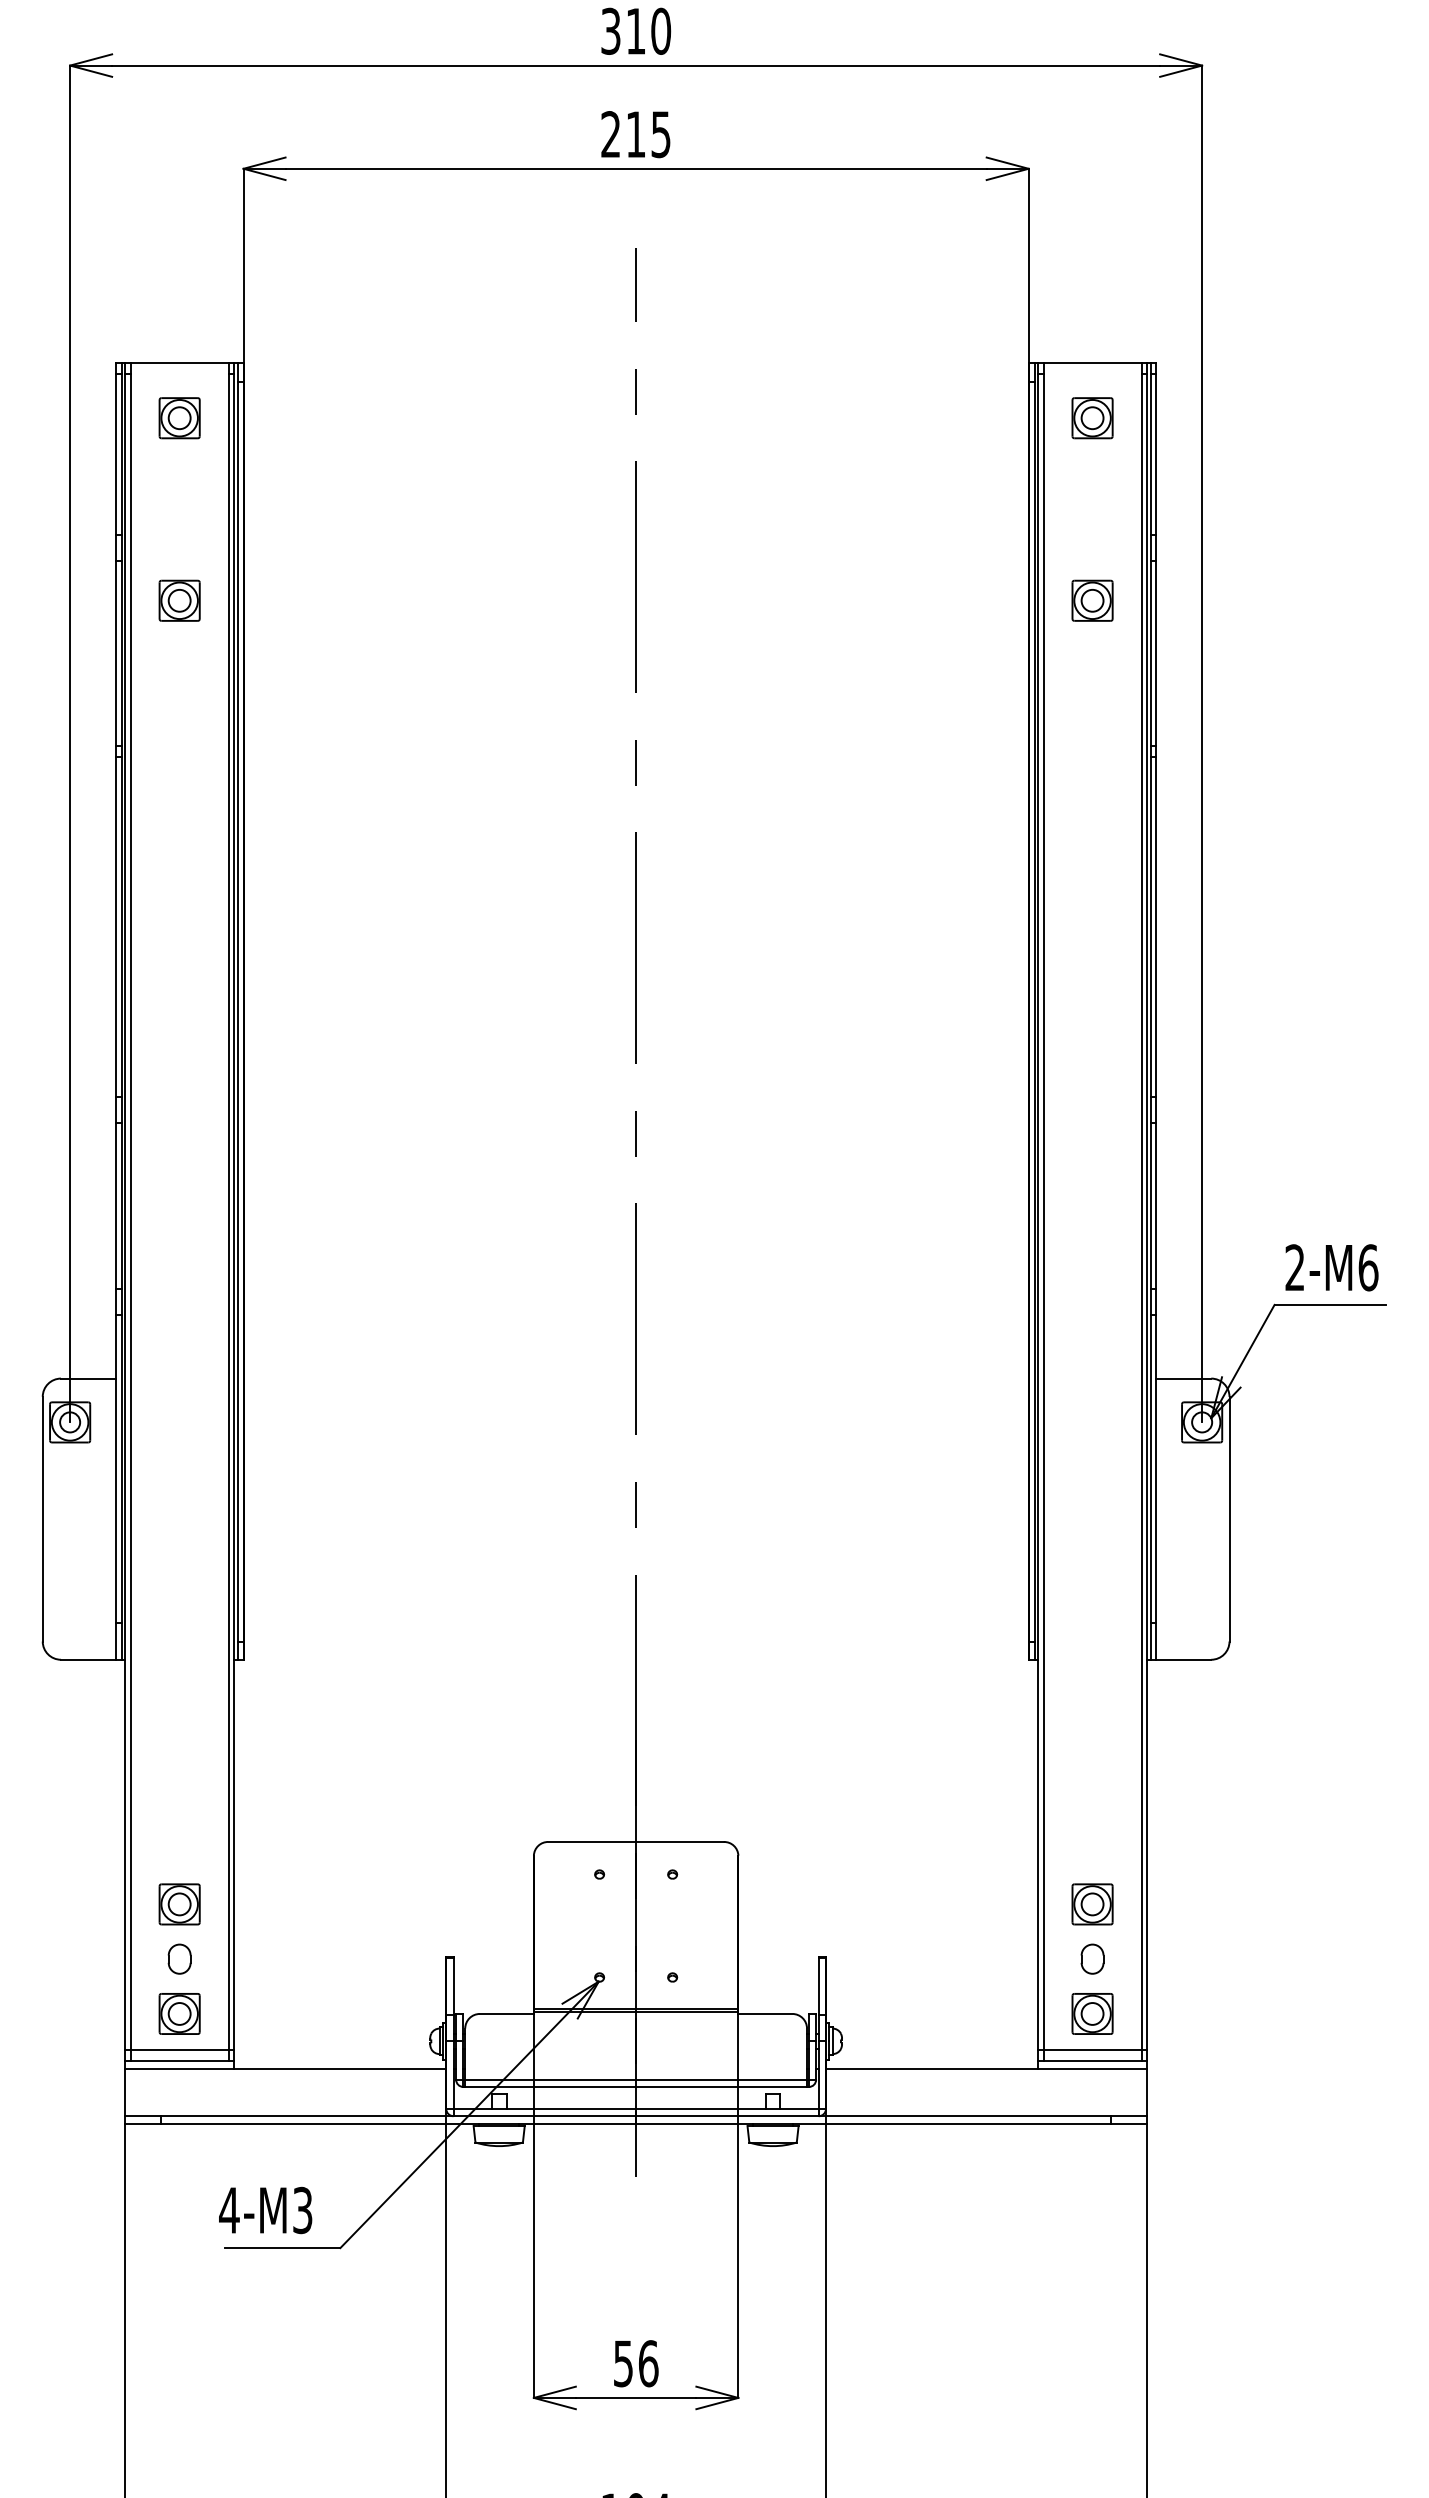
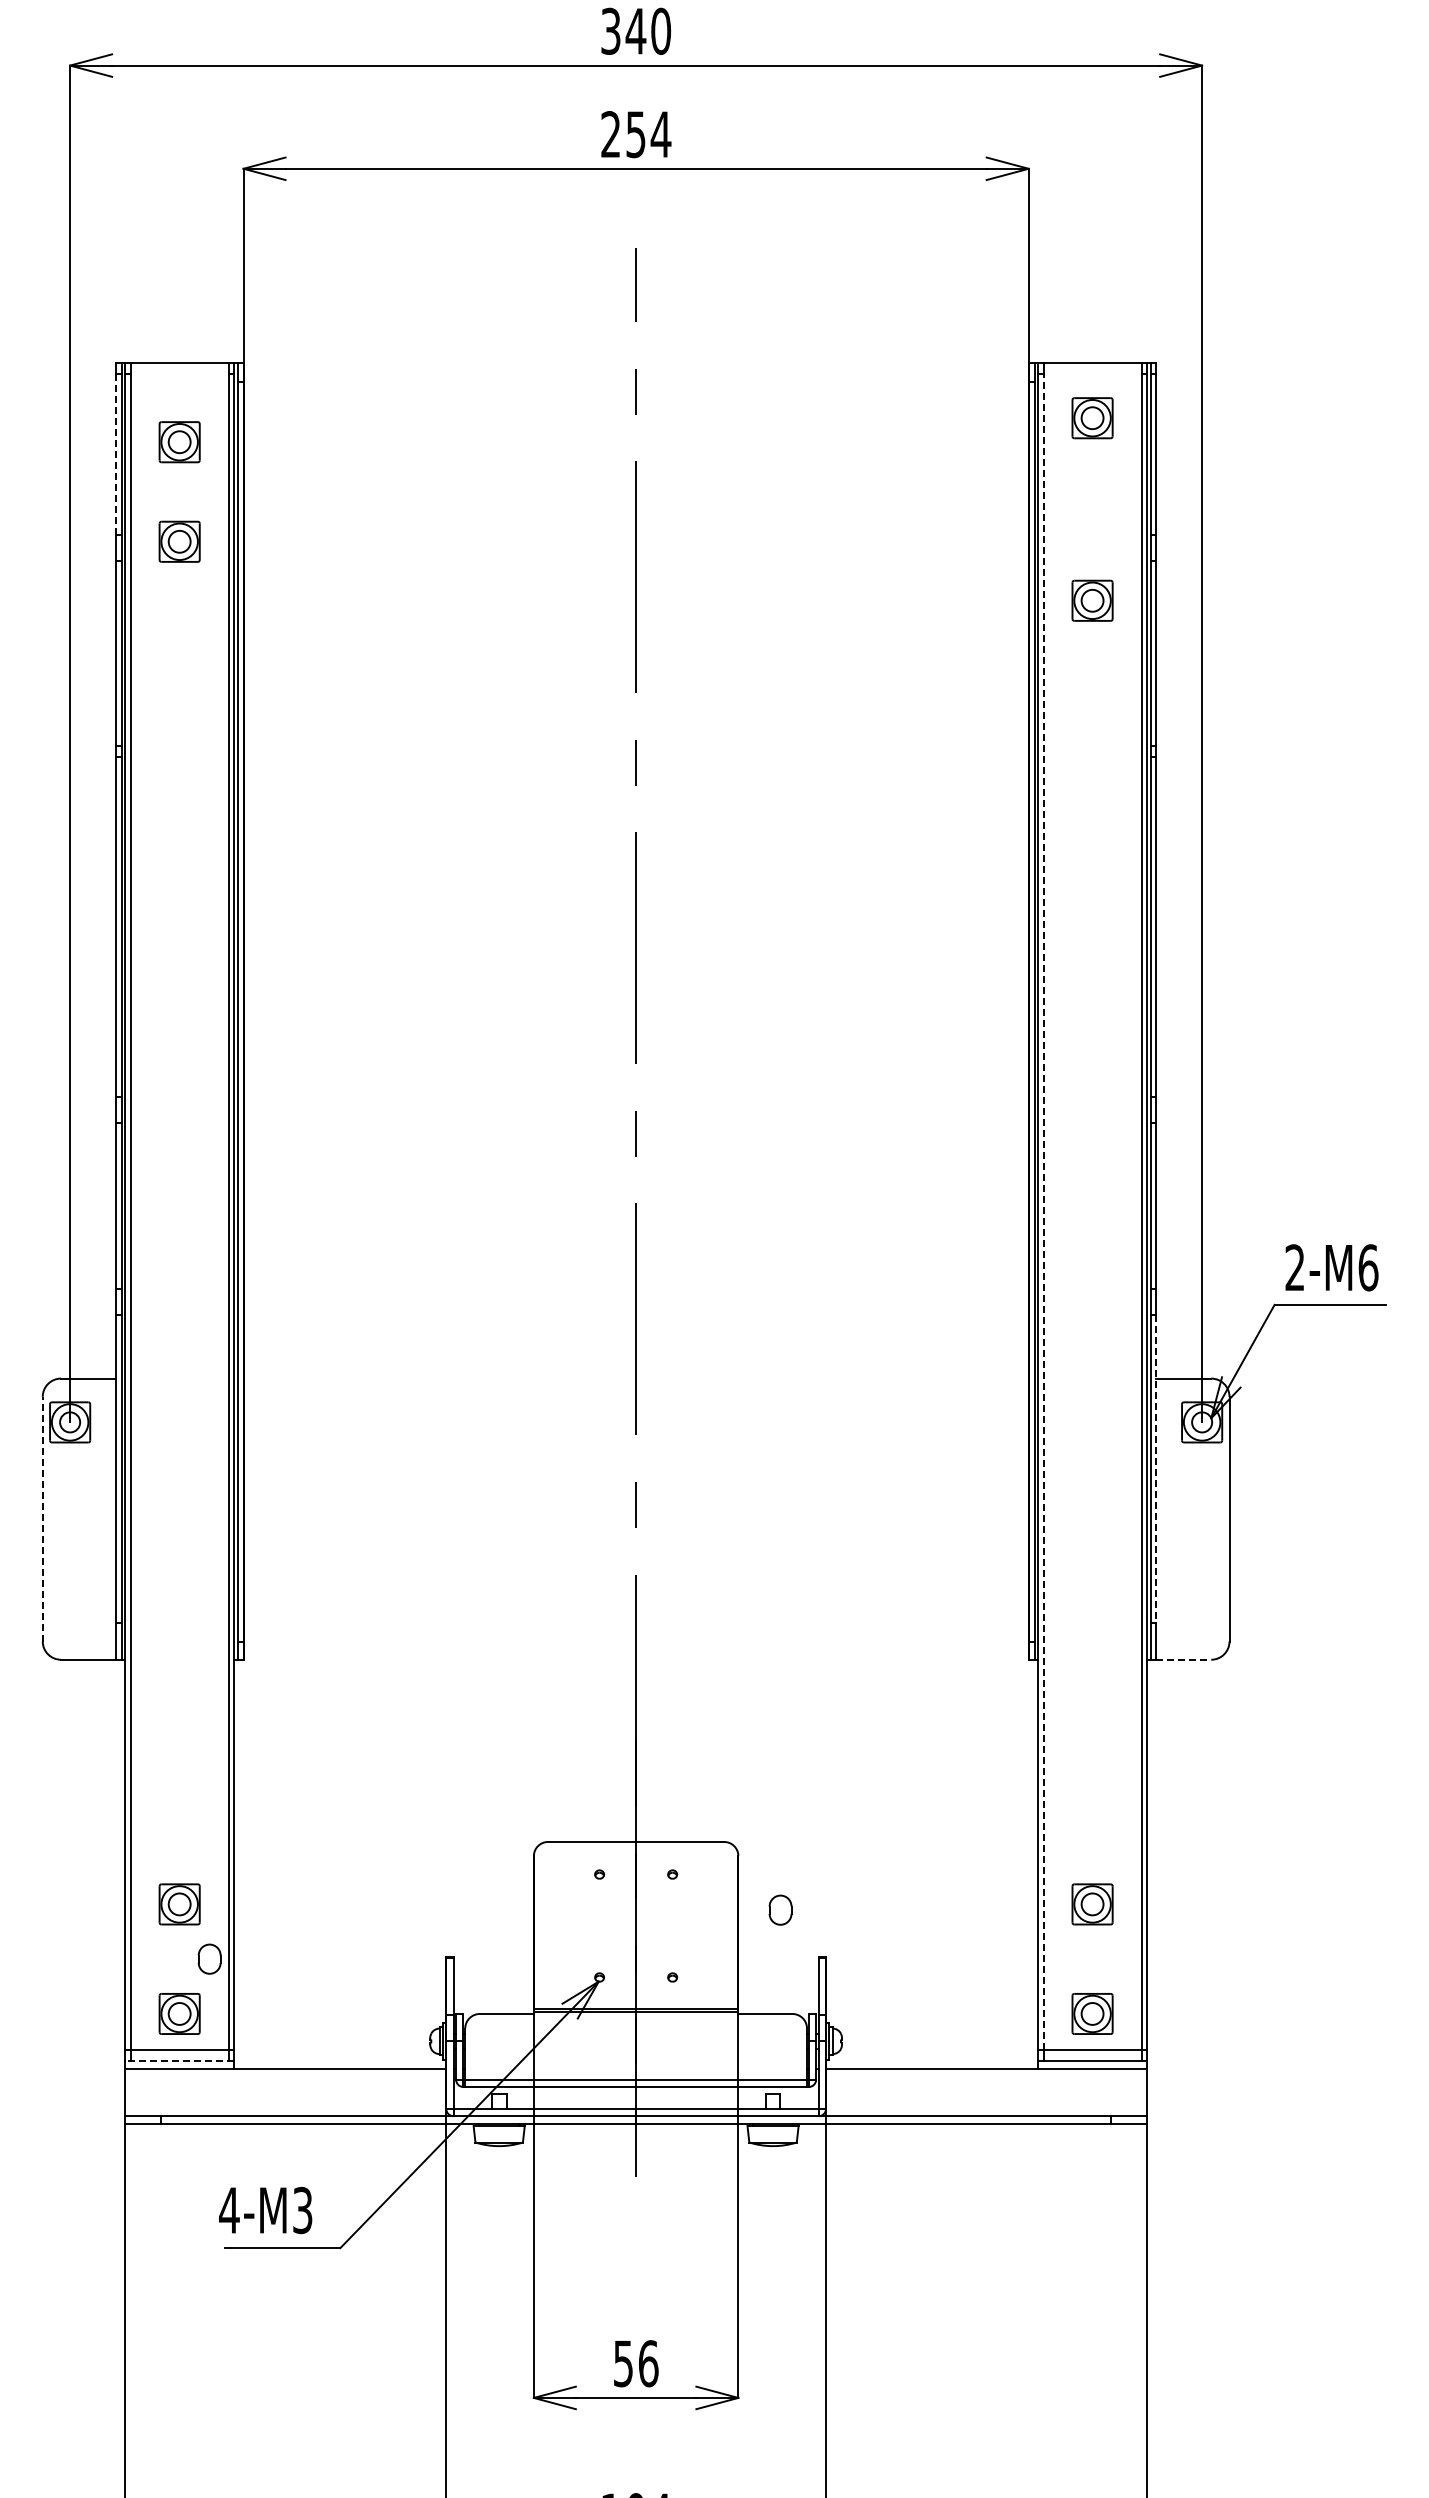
text at (635, 31): 310 -> 340
text at (648, 134): 215 -> 254
part at (179, 418) position: (179, 418) -> (179, 442)
line at (115, 454): solid -> dashed
part at (179, 600) position: (179, 600) -> (179, 541)
line at (1043, 1211): solid -> dashed
line at (1156, 1469): solid -> dashed
line at (42, 1518): solid -> dashed
line at (1184, 1659): solid -> dashed
part at (179, 1958) position: (179, 1958) -> (209, 1958)
part at (1092, 1958) position: (1092, 1958) -> (780, 1909)
line at (179, 2061): solid -> dashed
